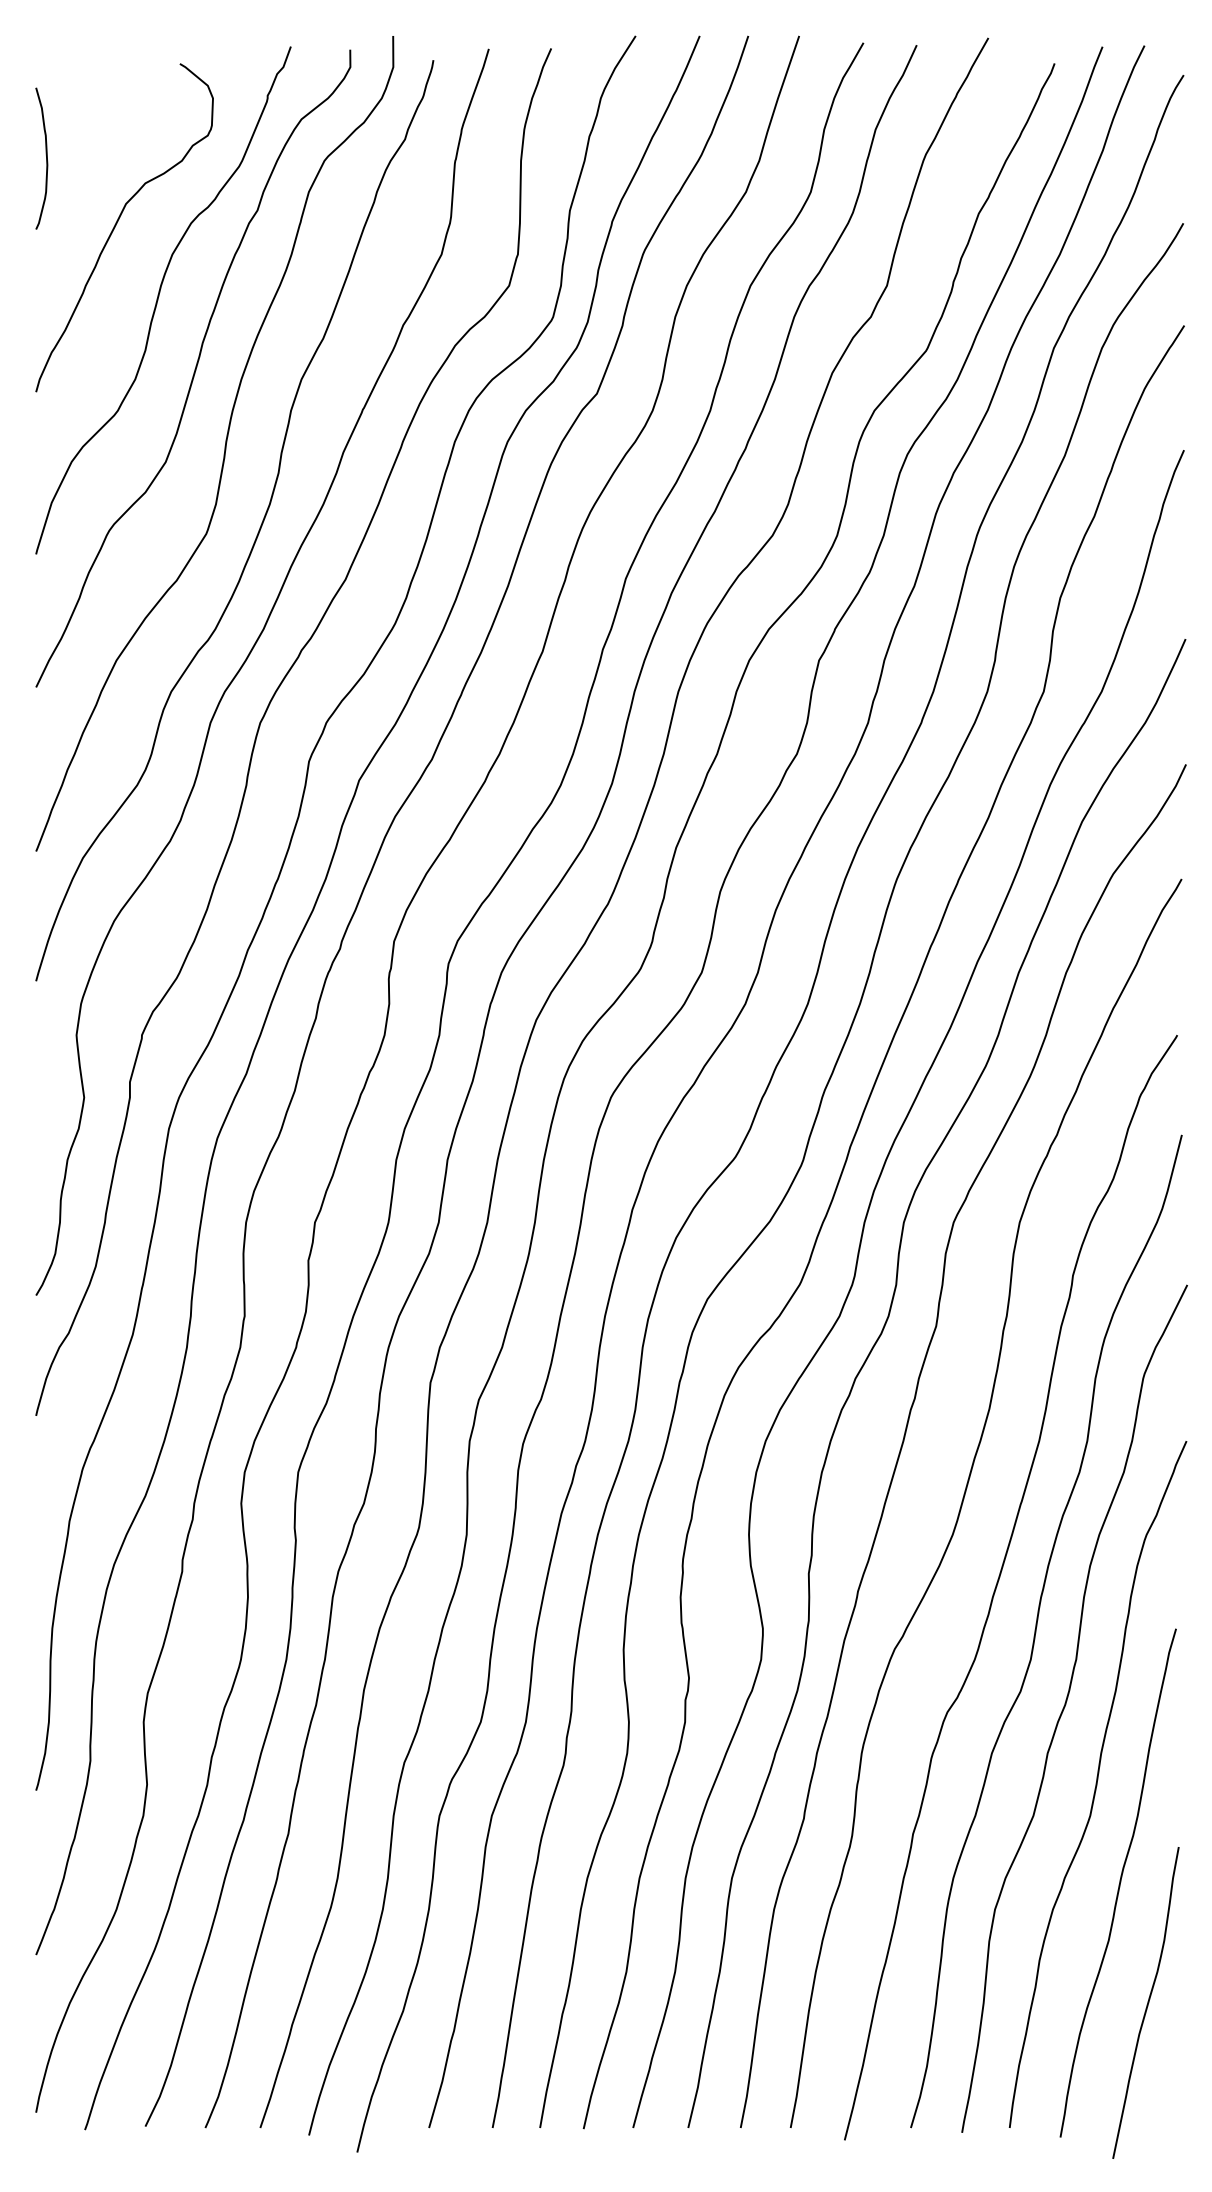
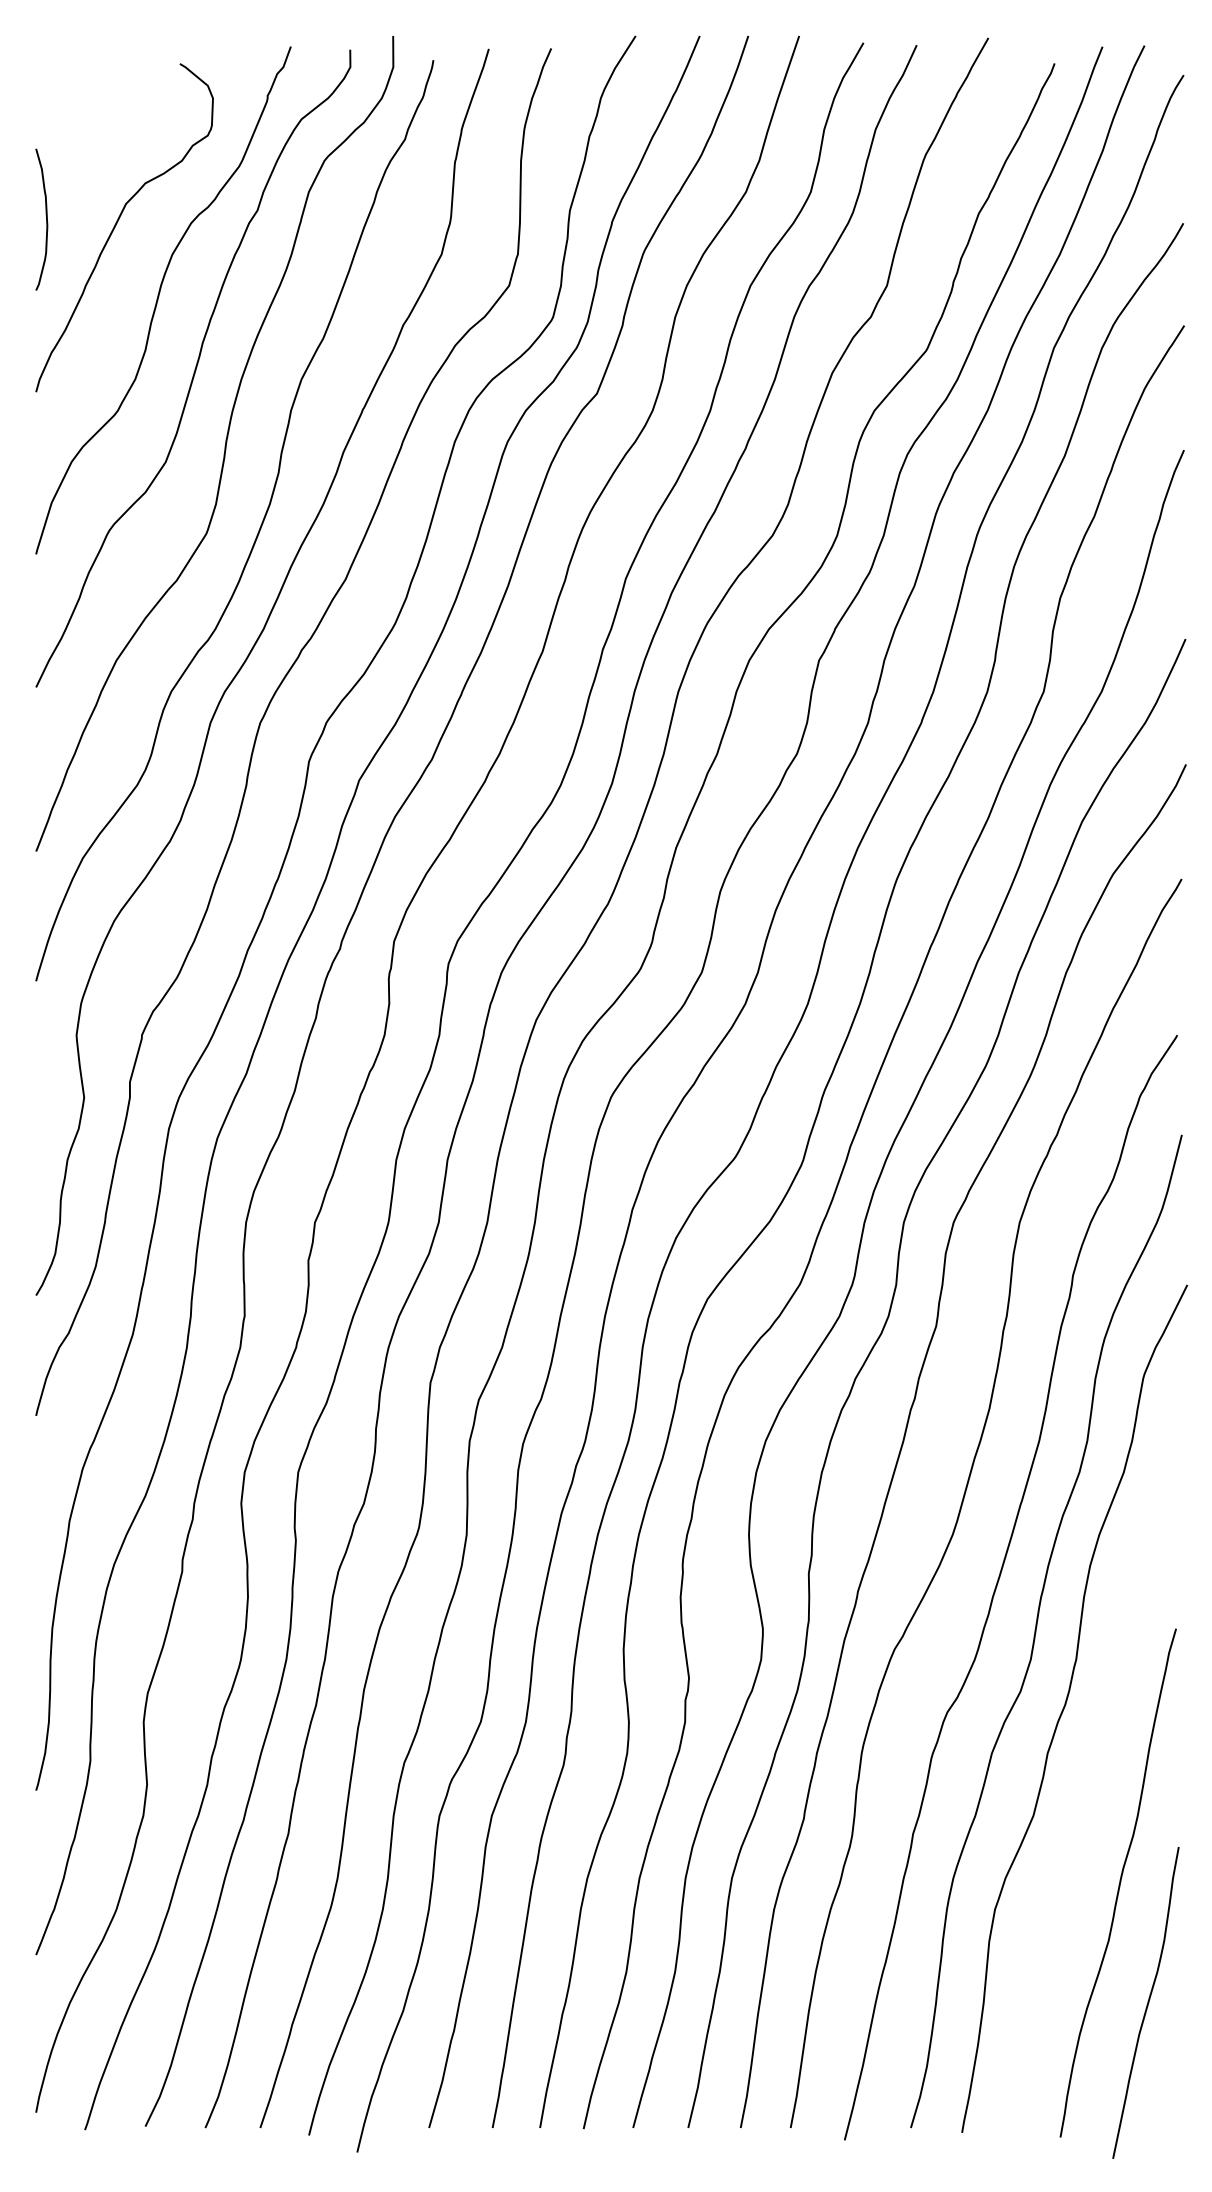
curve at (46, 158) position: (46, 158) -> (46, 219)
curve at (1097, 1784): present -> none
